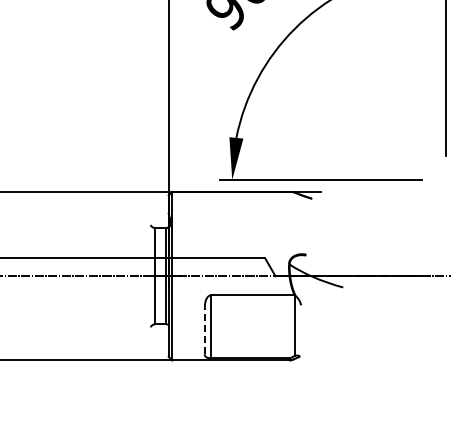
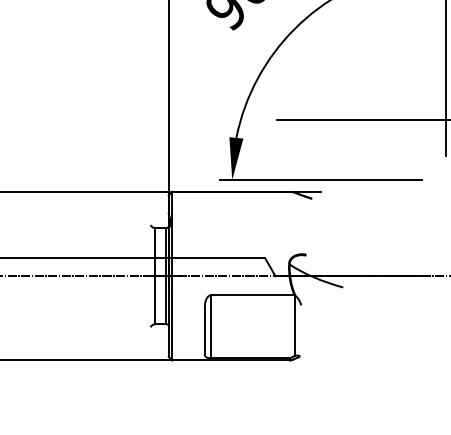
line at (362, 120): none -> present
line at (204, 330): dashed -> solid
